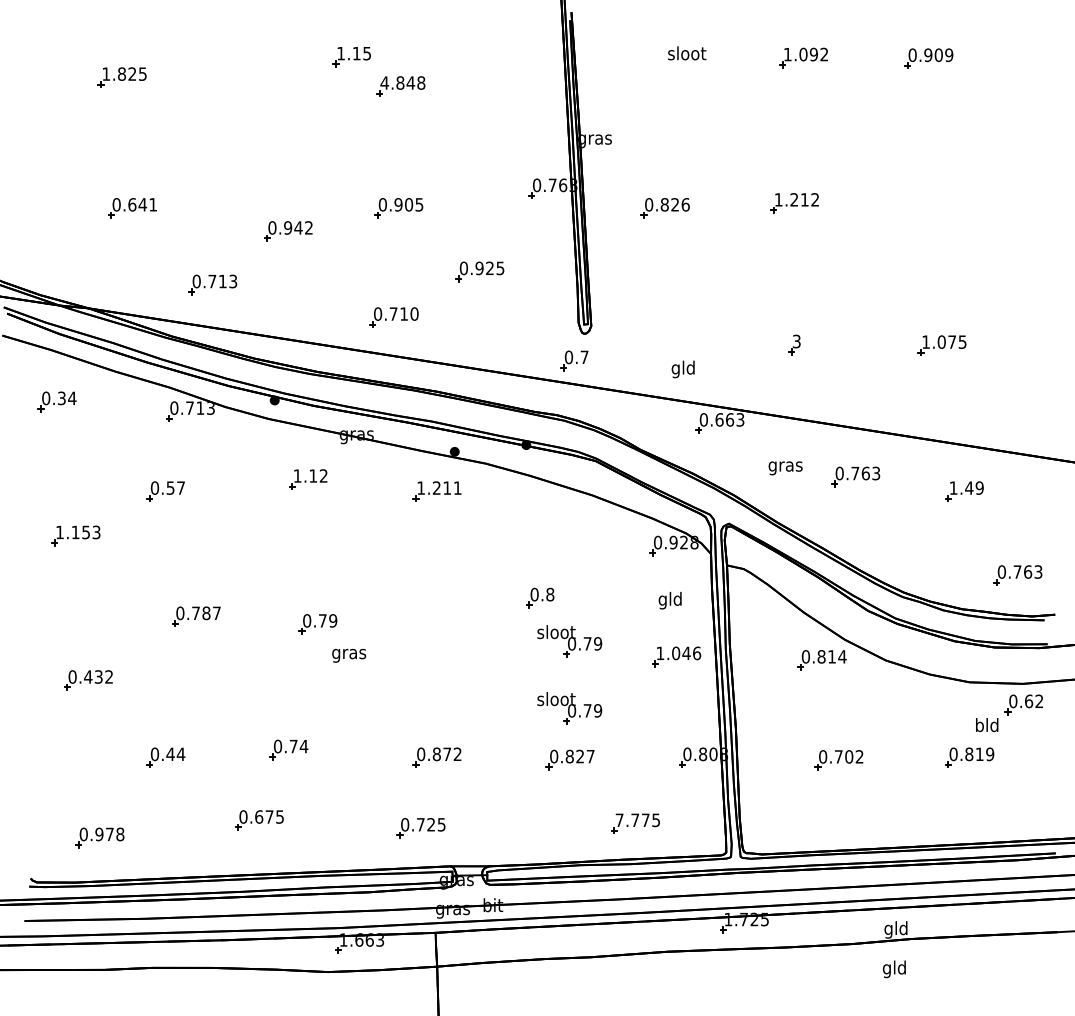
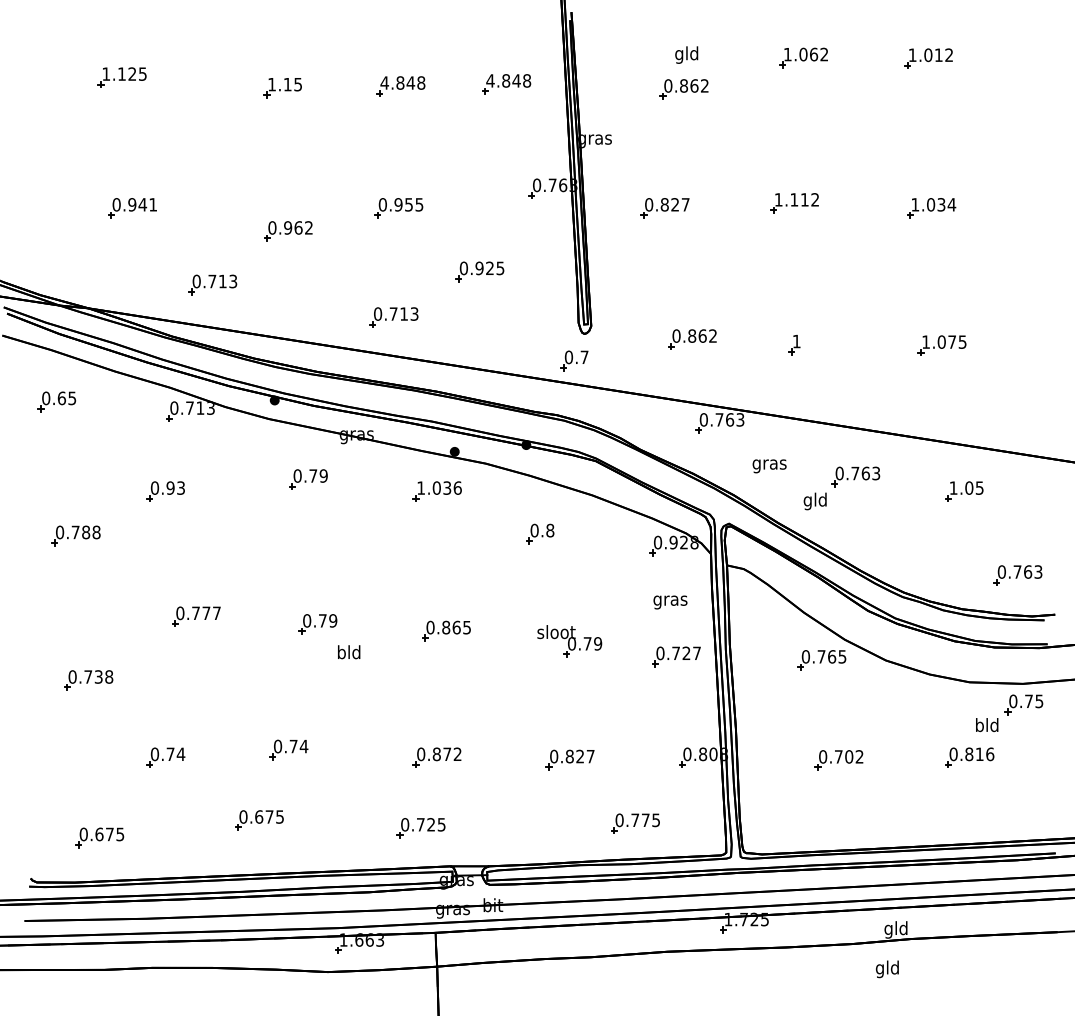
text at (687, 54): sloot -> gld
text at (813, 54): 1.092 -> 1.062
text at (930, 55): 0.909 -> 1.012
part at (351, 57) position: (351, 57) -> (282, 88)
text at (121, 73): 1.825 -> 1.125
part at (506, 84): none -> present
part at (683, 89): none -> present
text at (794, 199): 1.212 -> 1.112
text at (132, 204): 0.641 -> 0.941
text at (409, 204): 0.905 -> 0.955
text at (685, 204): 0.826 -> 0.827
part at (931, 208): none -> present
text at (298, 227): 0.942 -> 0.962
text at (414, 313): 0.710 -> 0.713
part at (692, 339): none -> present
text at (796, 341): 3 -> 1
text at (682, 369) position: (682, 369) -> (814, 501)
text at (66, 398): 0.34 -> 0.65
text at (719, 419): 0.663 -> 0.763
text at (785, 468) position: (785, 468) -> (769, 466)
text at (310, 475): 1.12 -> 0.79
text at (175, 487): 0.57 -> 0.93
text at (446, 487): 1.211 -> 1.036
text at (974, 487): 1.49 -> 1.05
text at (78, 532): 1.153 -> 0.788
part at (540, 597) position: (540, 597) -> (540, 533)
text at (670, 600): gld -> gras
text at (206, 613): 0.787 -> 0.777
part at (446, 630): none -> present
text at (349, 653): gras -> bld
text at (678, 653): 1.046 -> 0.727
text at (831, 656): 0.814 -> 0.765
text at (98, 676): 0.432 -> 0.738
text at (1034, 701): 0.62 -> 0.75
part at (569, 708): present -> none
text at (170, 753): 0.44 -> 0.74
text at (990, 754): 0.819 -> 0.816
text at (619, 820): 7.775 -> 0.775
text at (109, 834): 0.978 -> 0.675
text at (894, 969) position: (894, 969) -> (887, 969)
